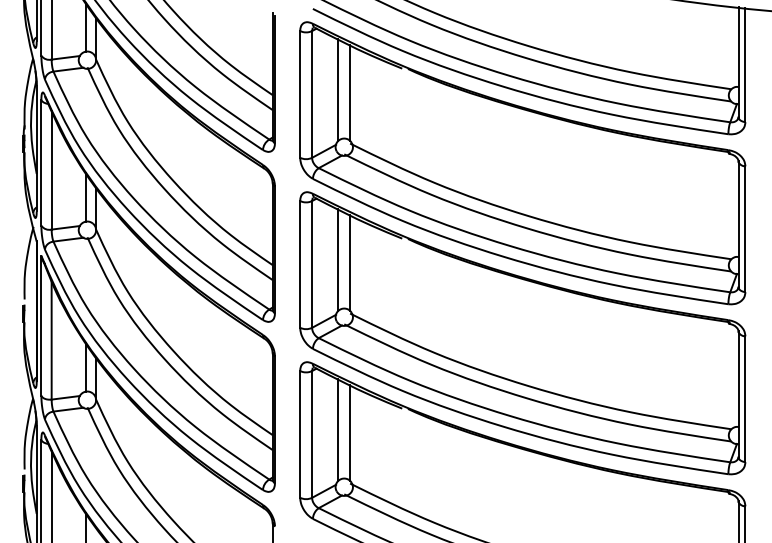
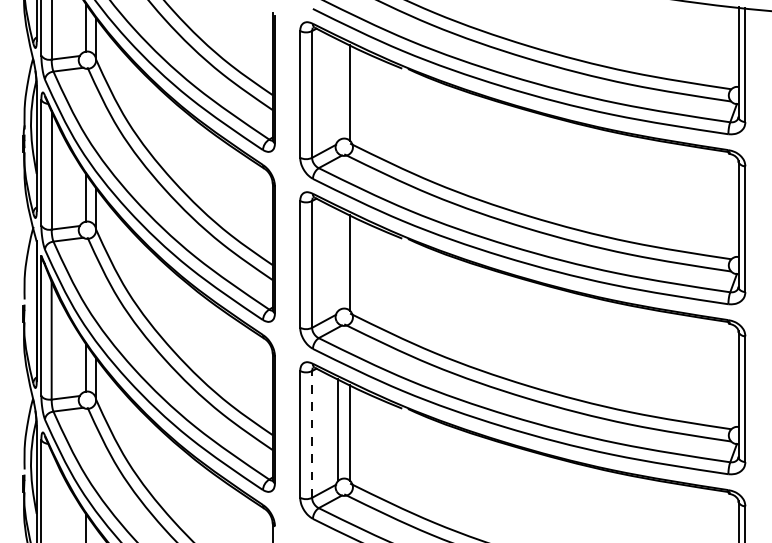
line at (338, 89): present -> none
line at (338, 259): present -> none
line at (312, 433): solid -> dashed
line at (51, 494): present -> none
